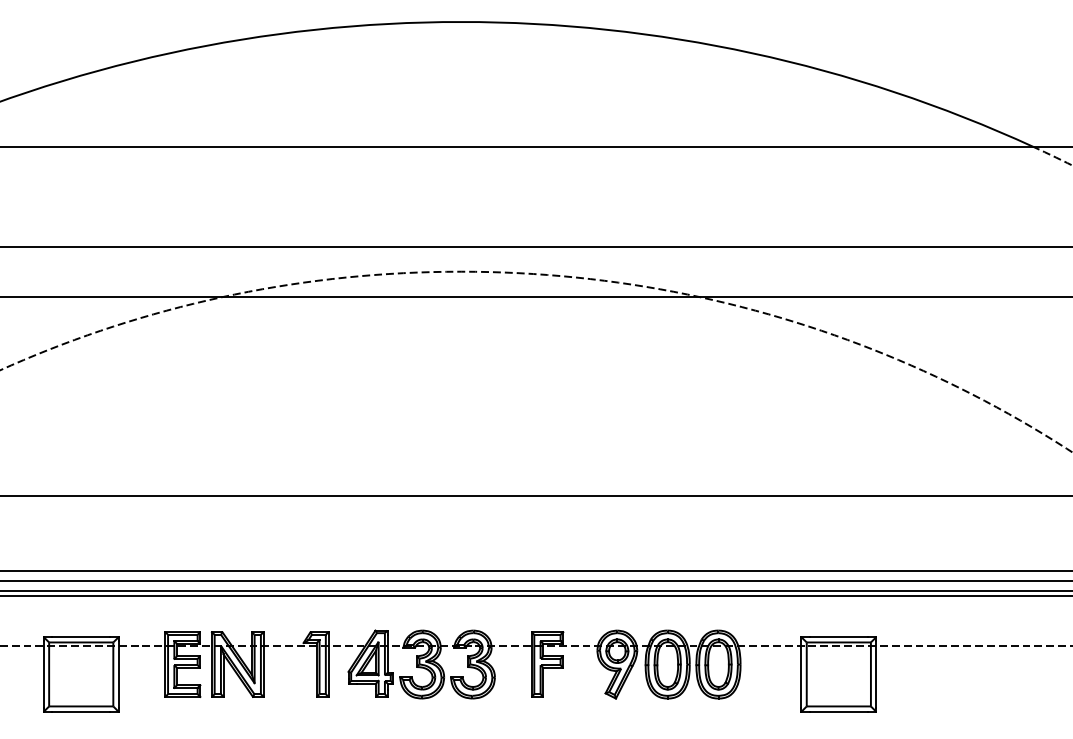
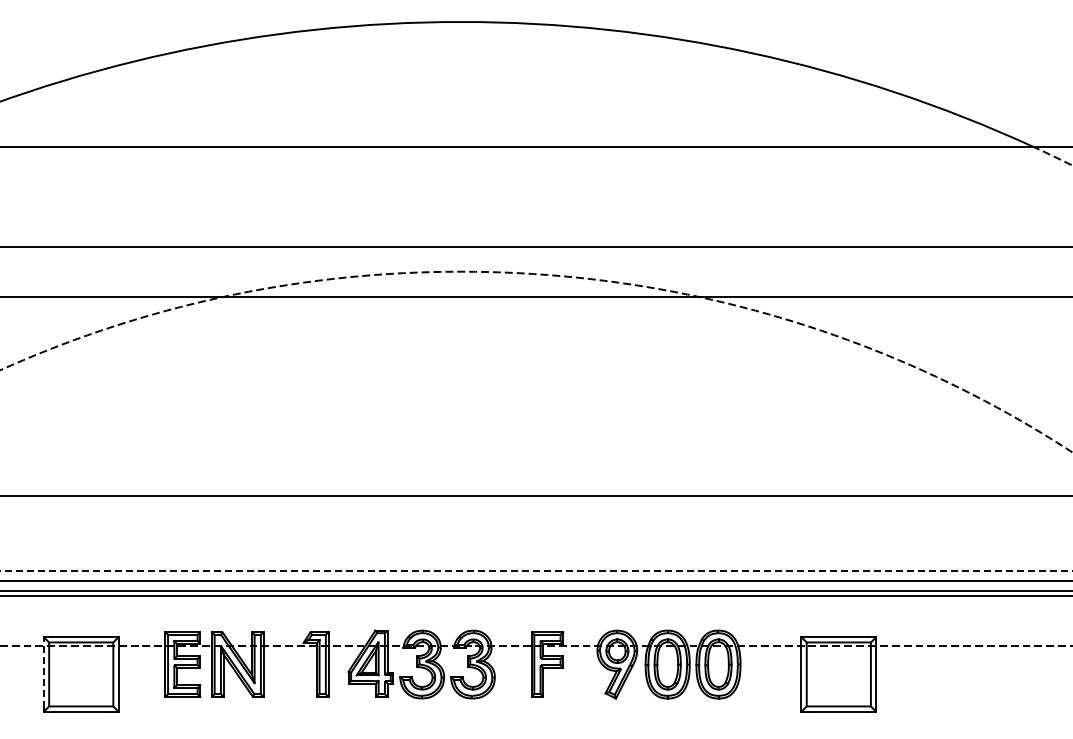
line at (536, 571): solid -> dashed
line at (43, 674): solid -> dashed
